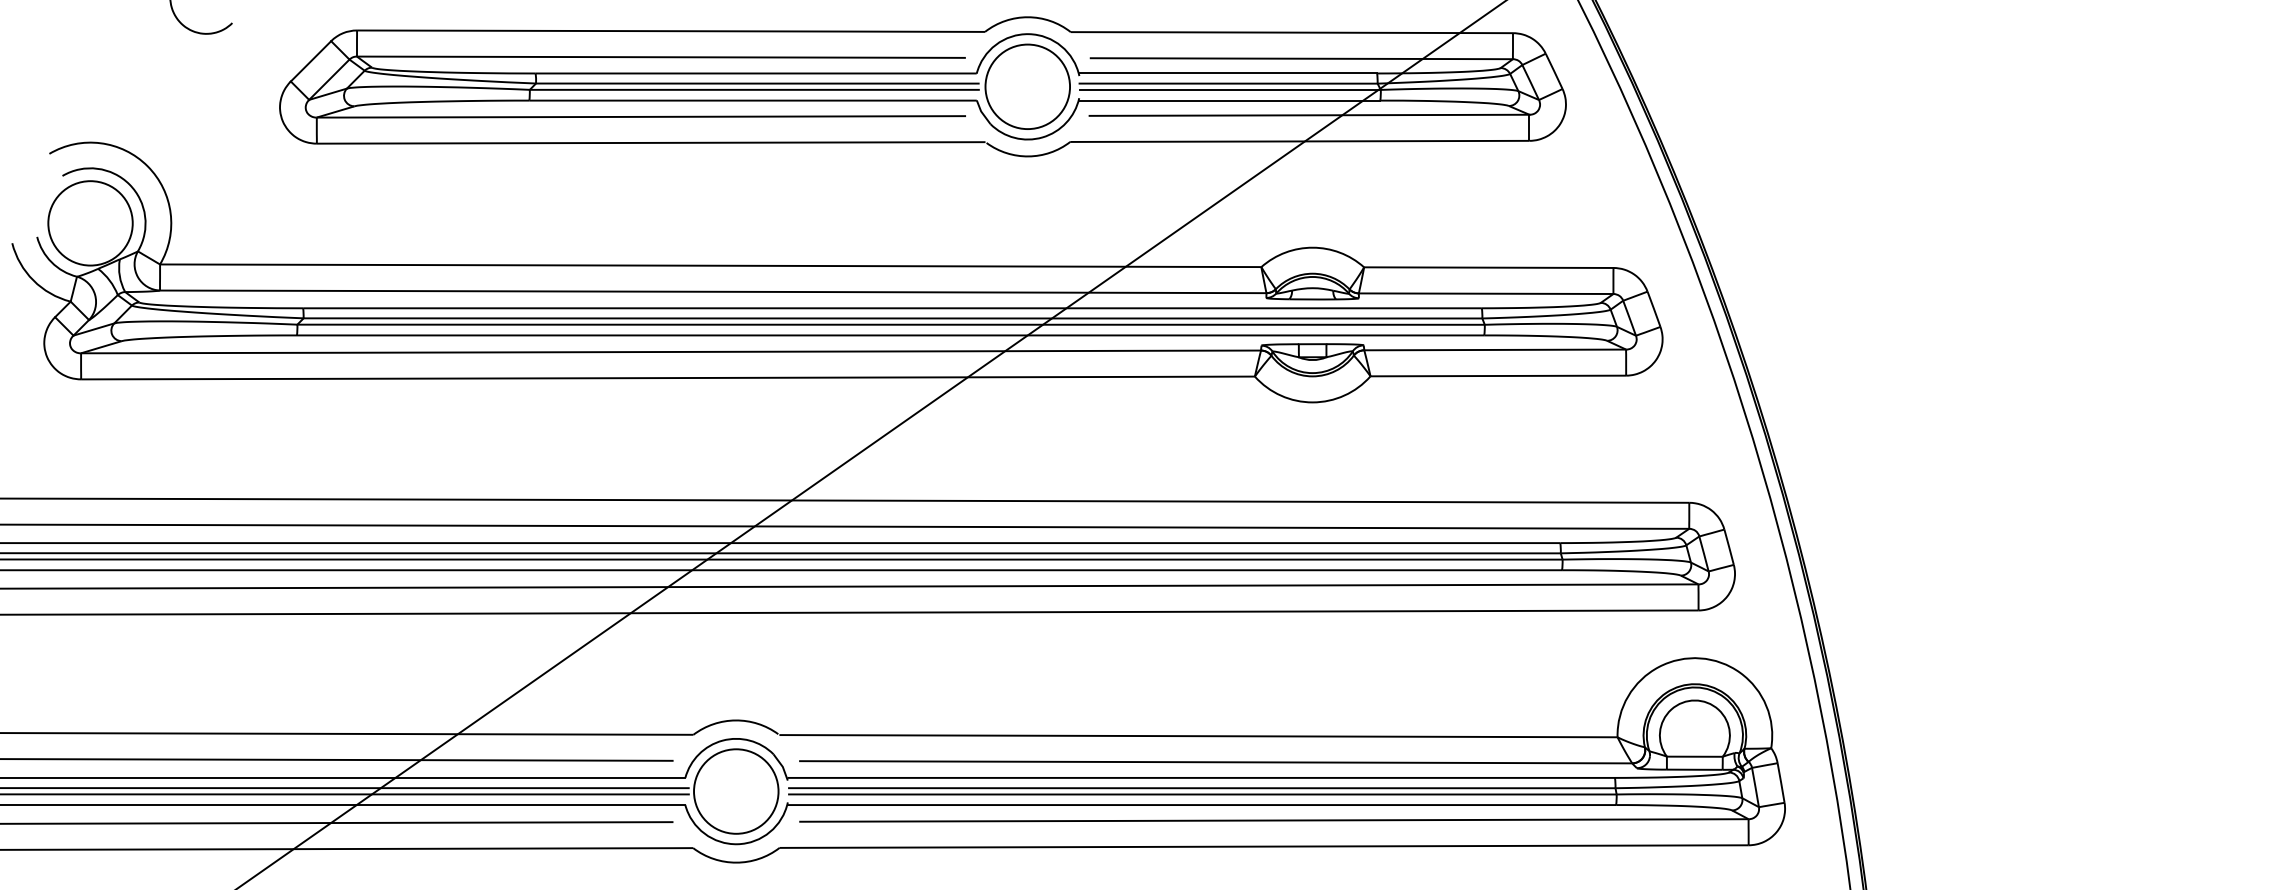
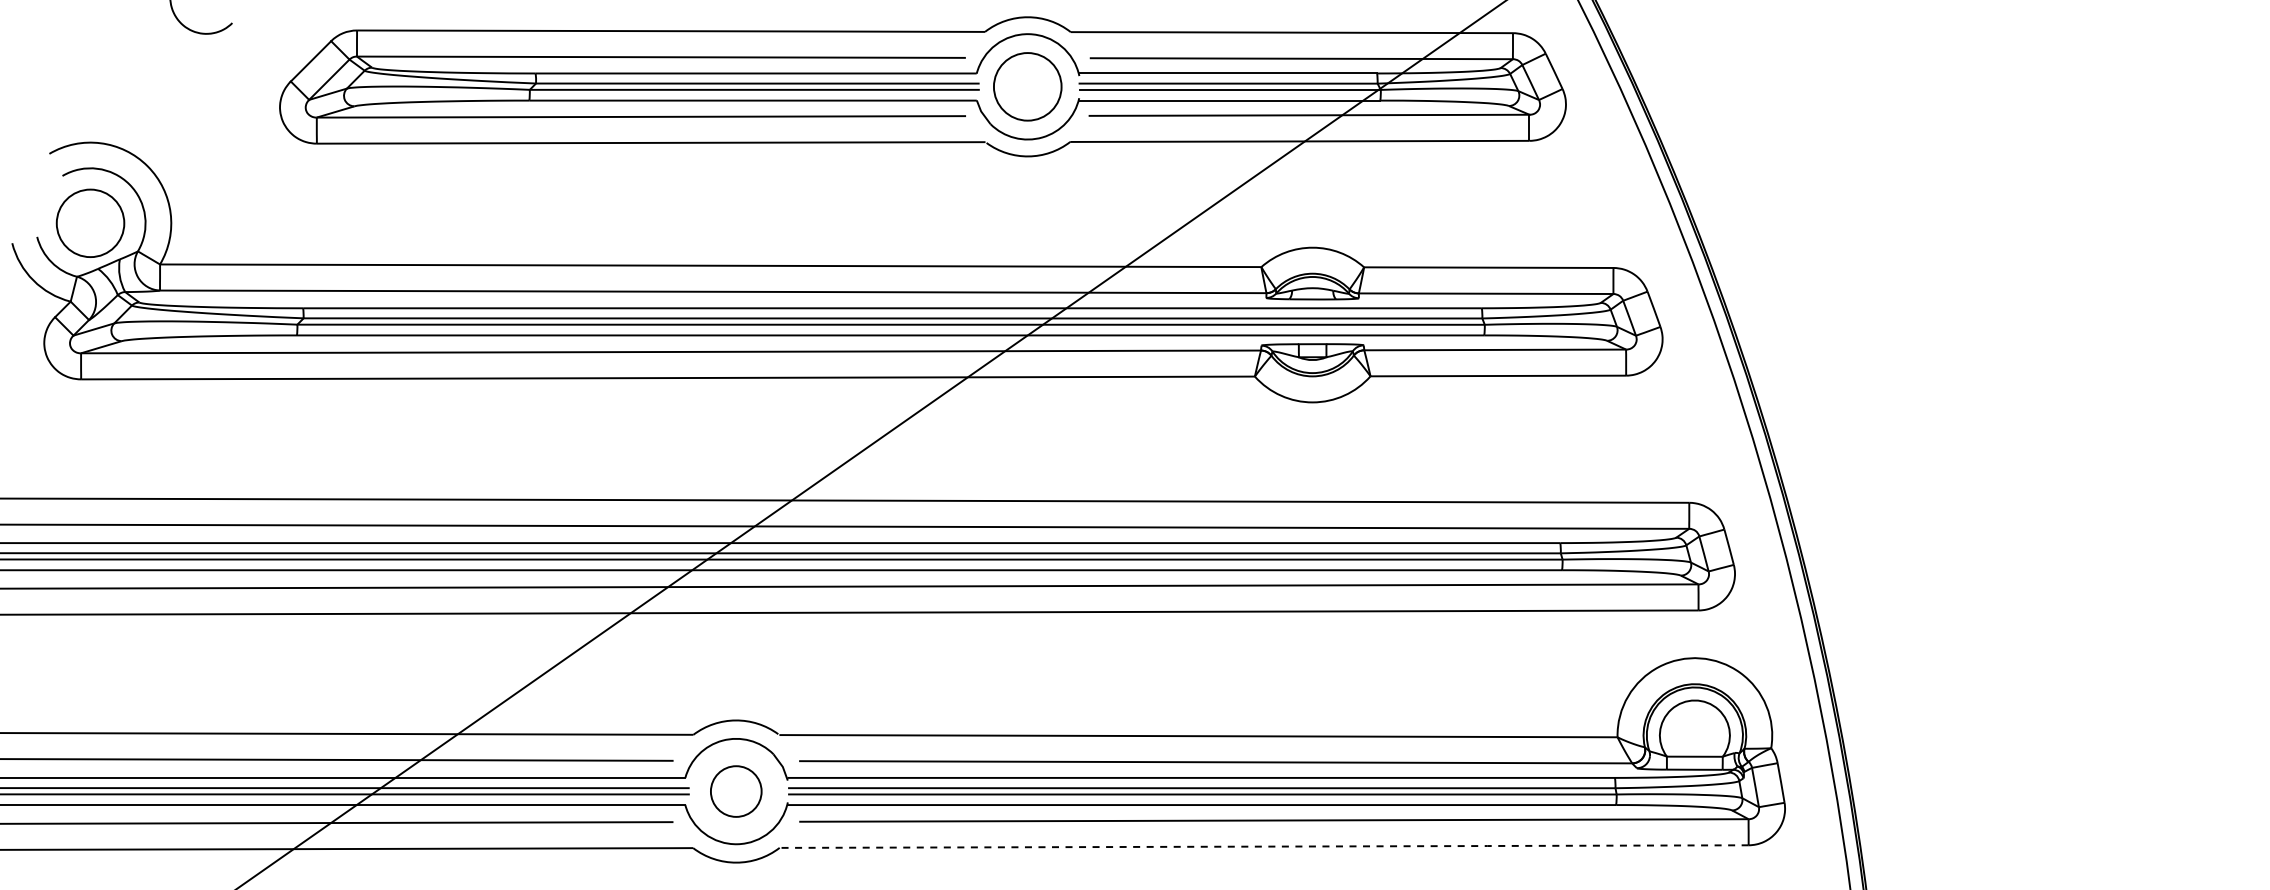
circle at (1027, 86) diameter: 85 px -> 68 px
circle at (90, 223) diameter: 84 px -> 68 px
circle at (736, 791) diameter: 85 px -> 51 px
line at (1265, 846): solid -> dashed
